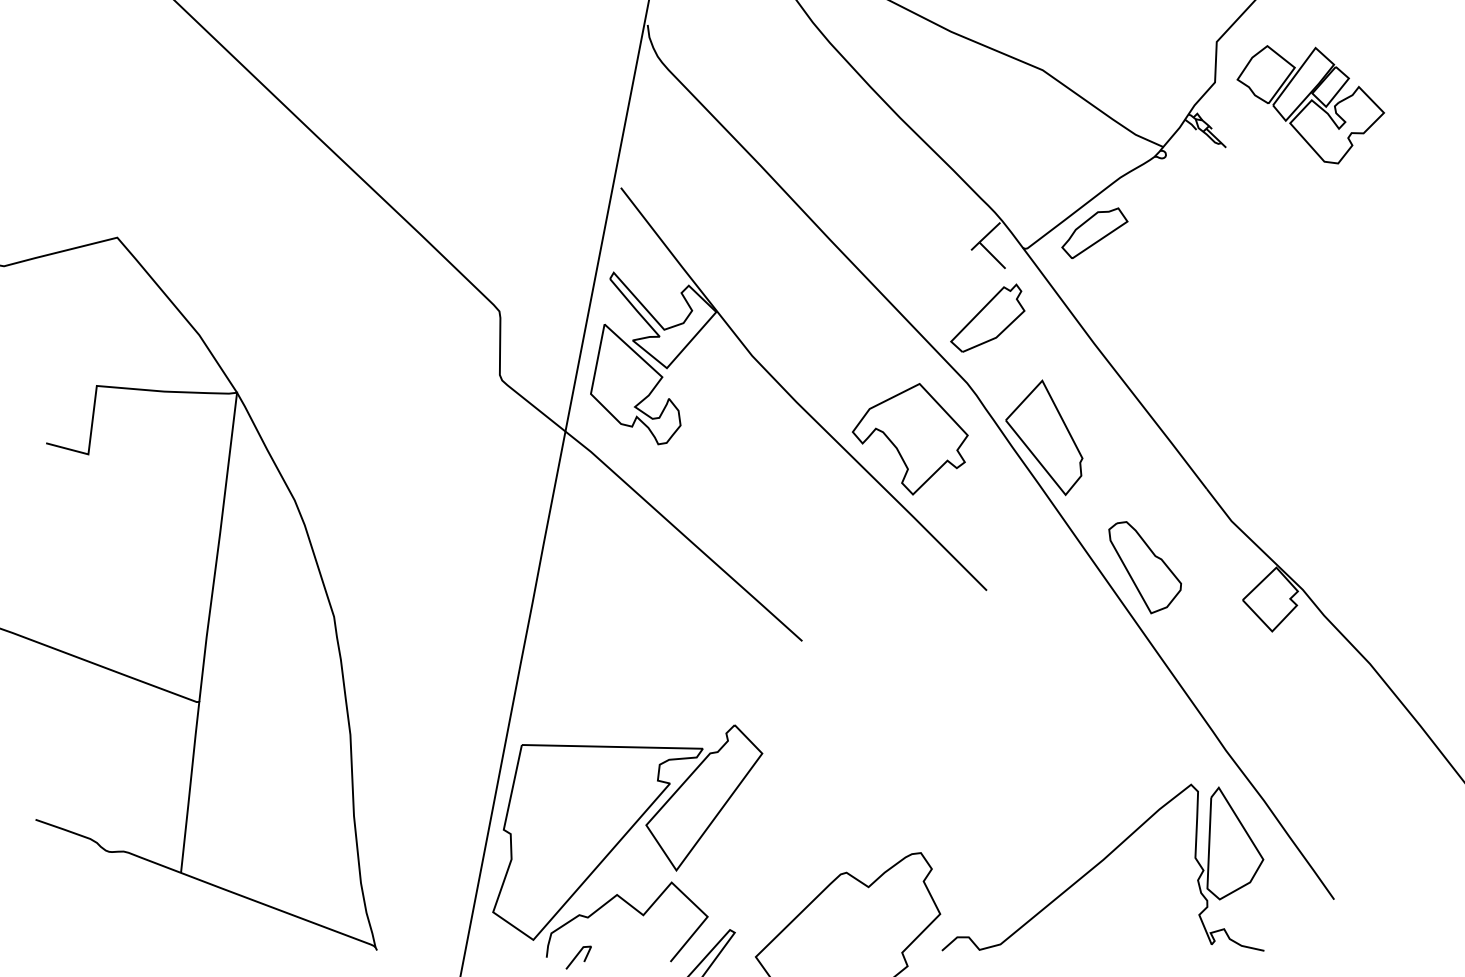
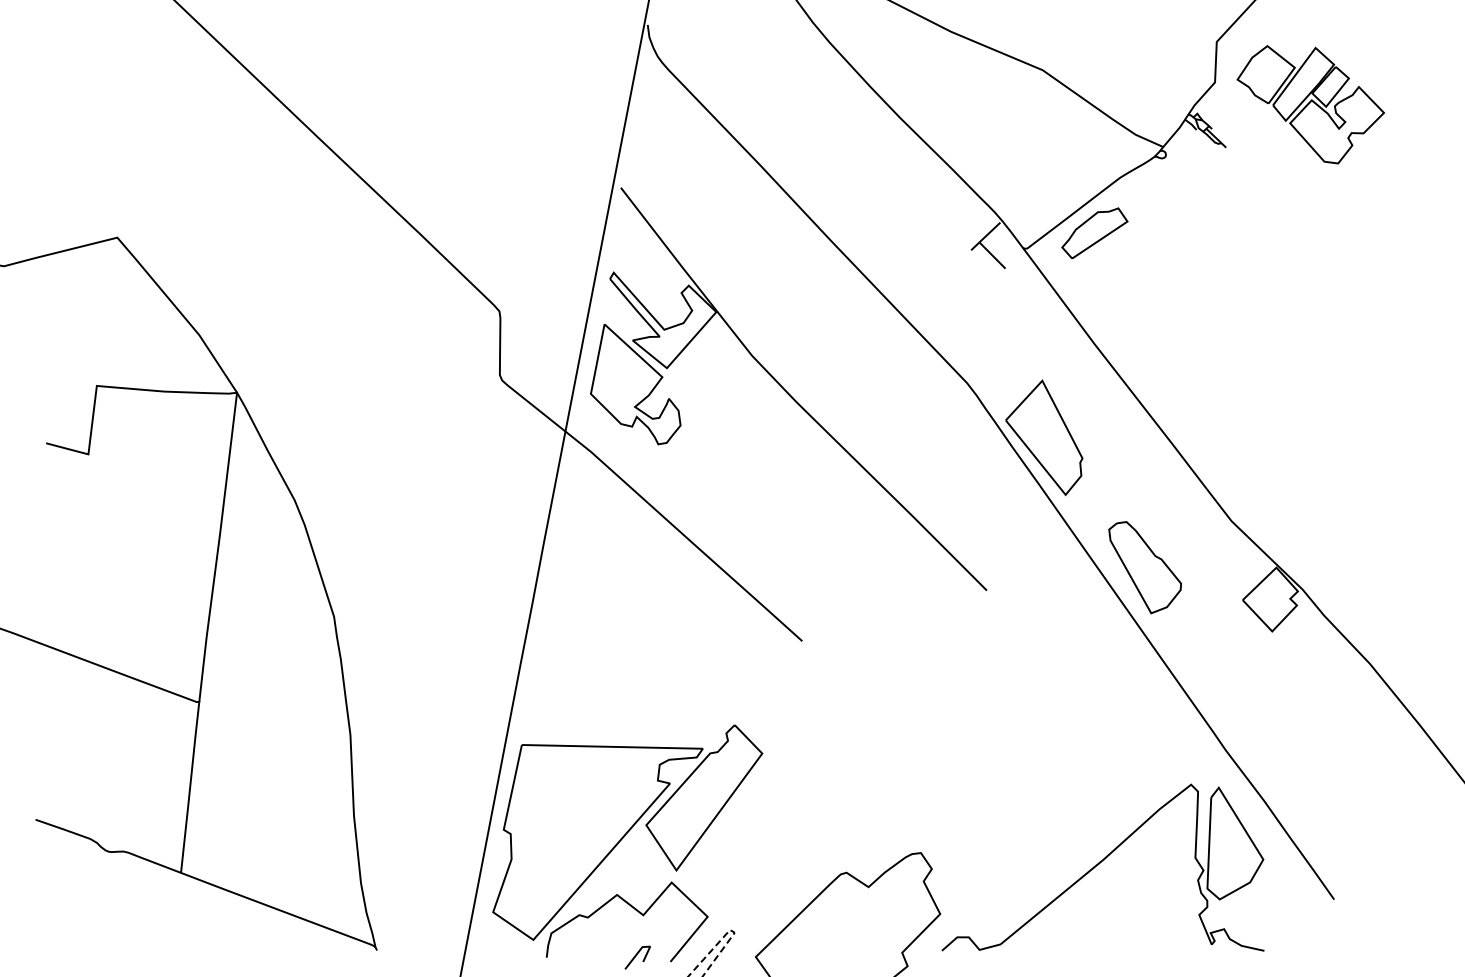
part at (987, 317): present -> none
part at (909, 439): present -> none
line at (730, 930): solid -> dashed
line at (577, 956) position: (577, 956) -> (636, 956)
